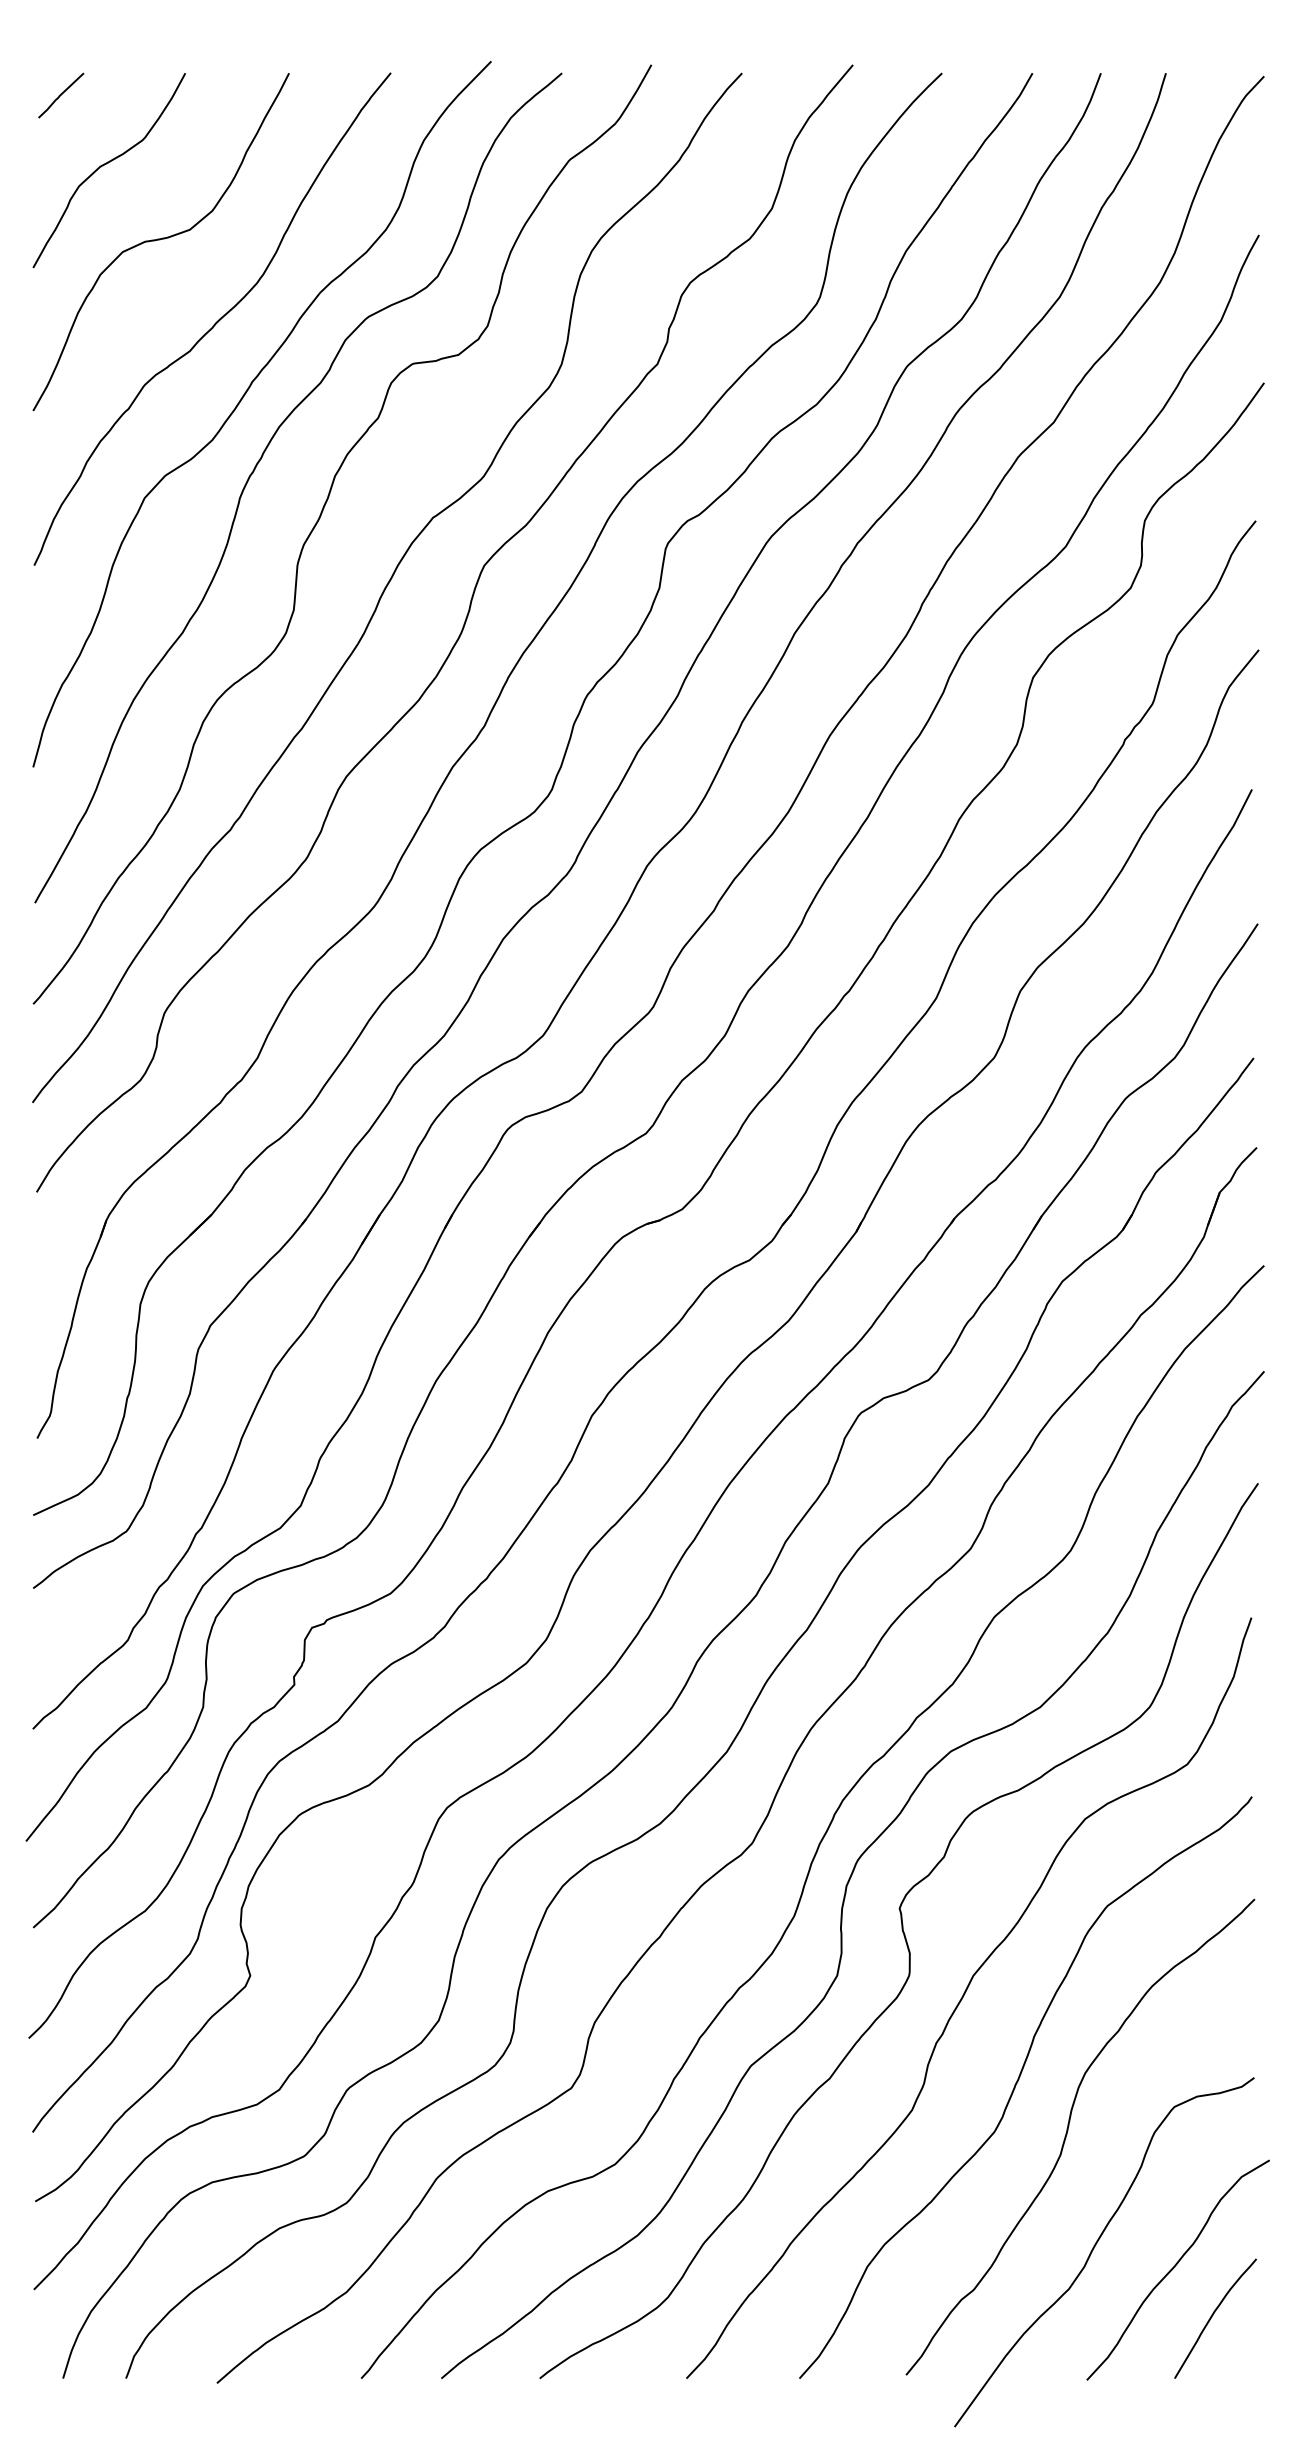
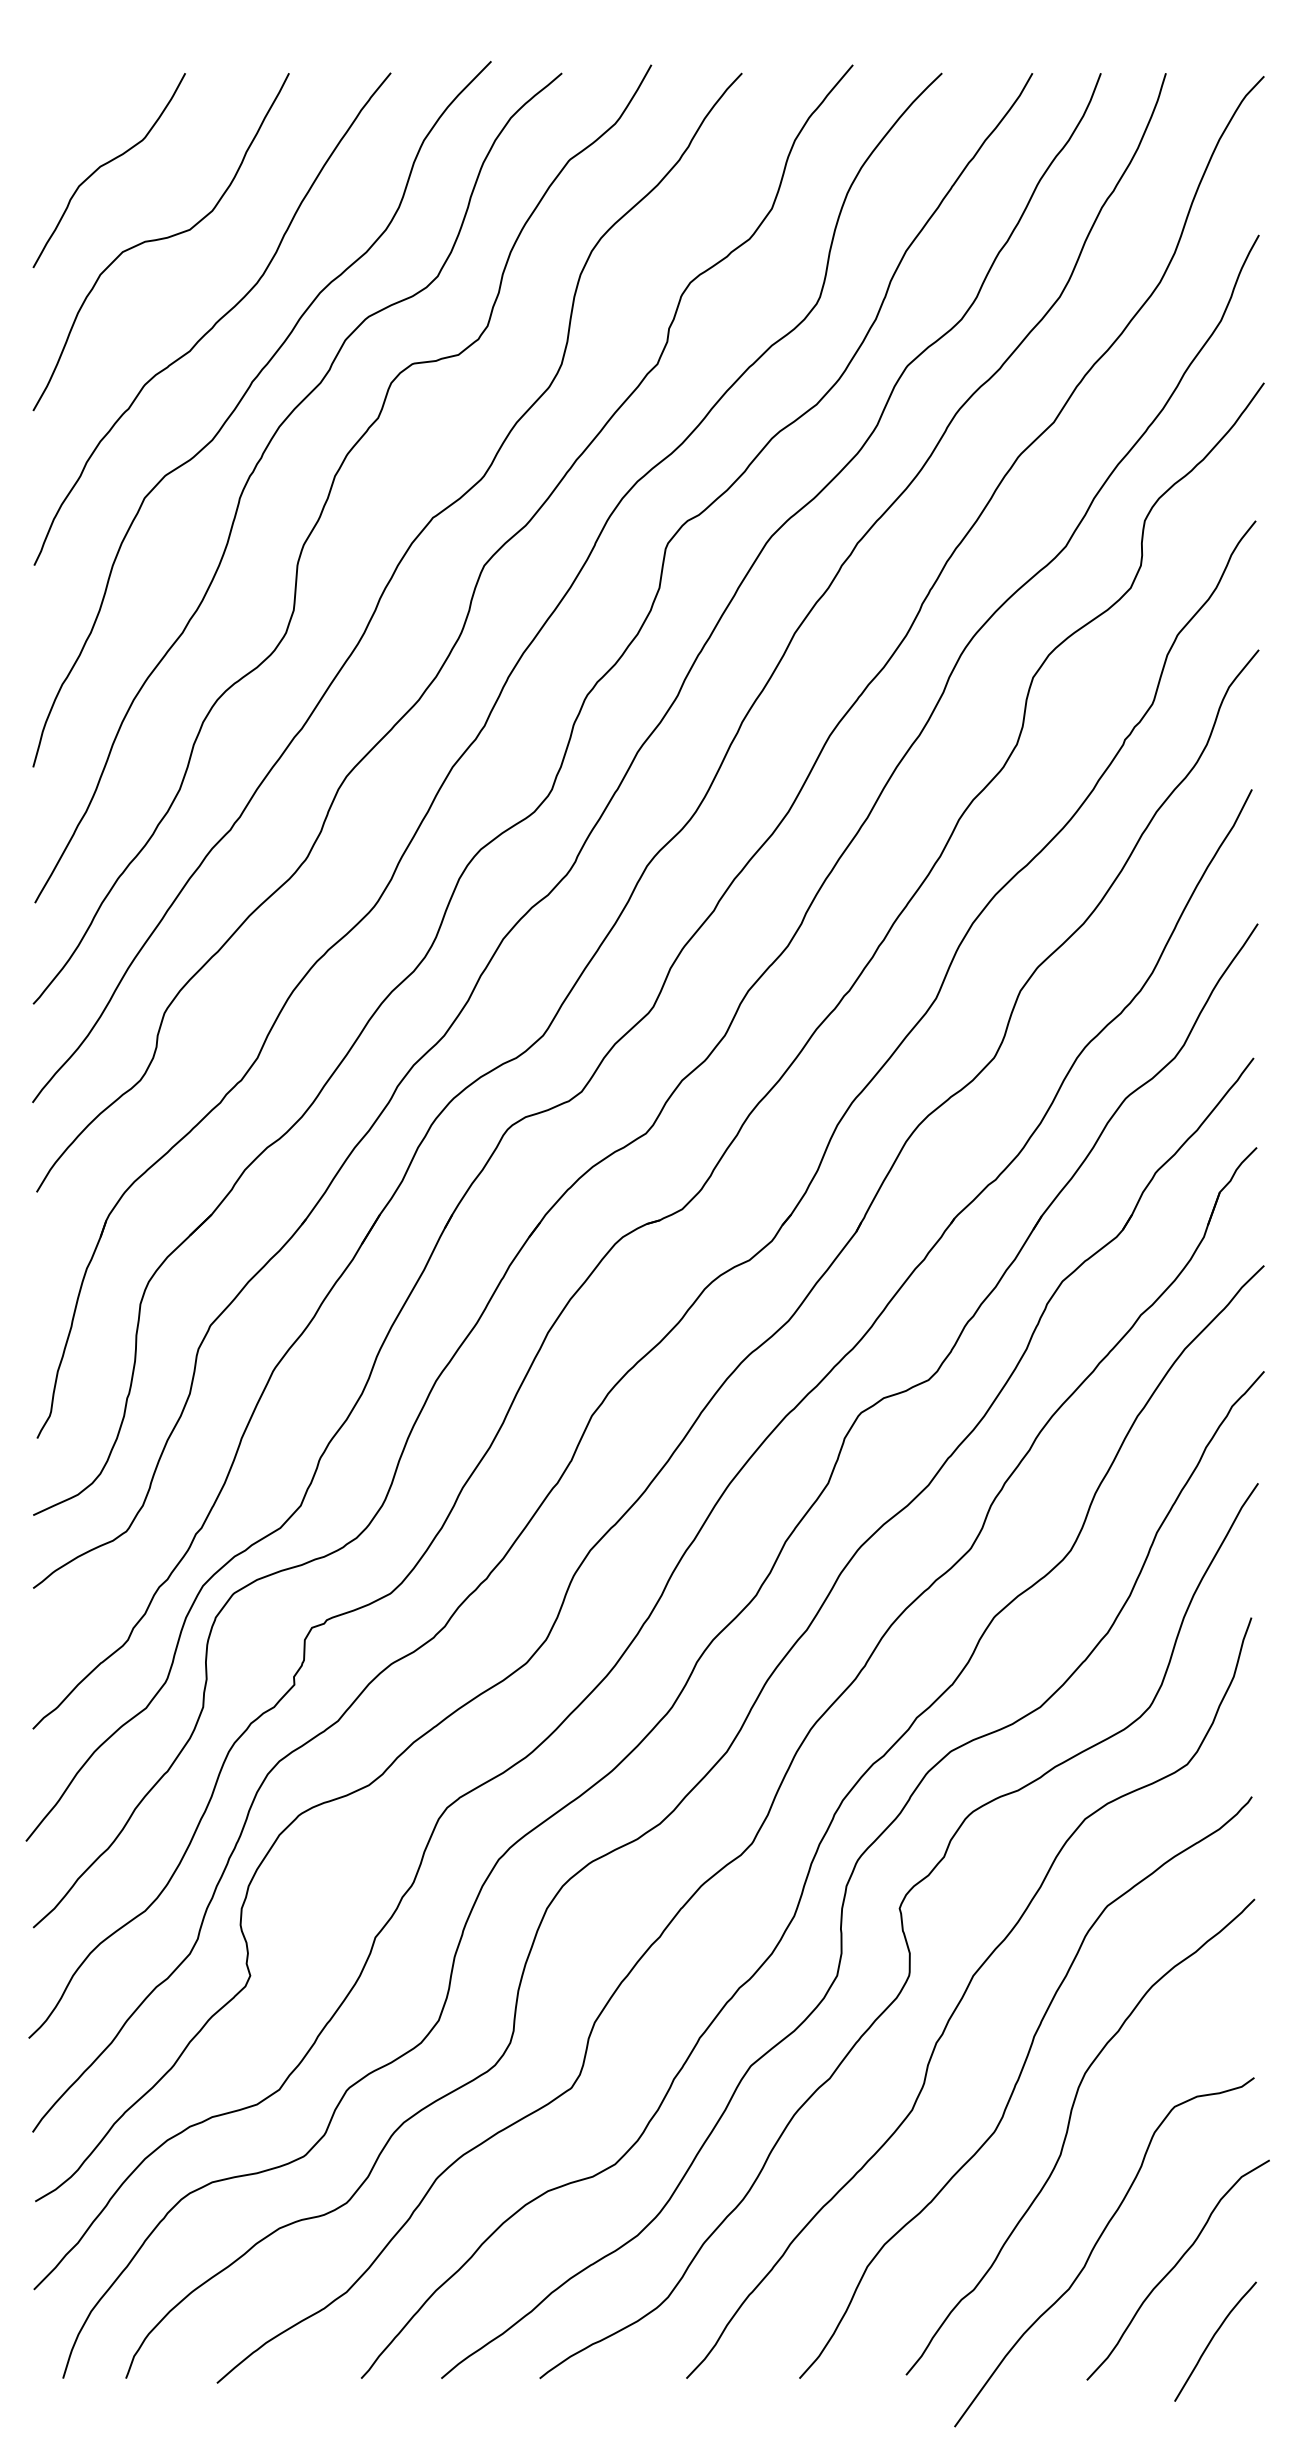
line at (61, 95): present -> none
curve at (1212, 2317) position: (1212, 2317) -> (1212, 2340)
